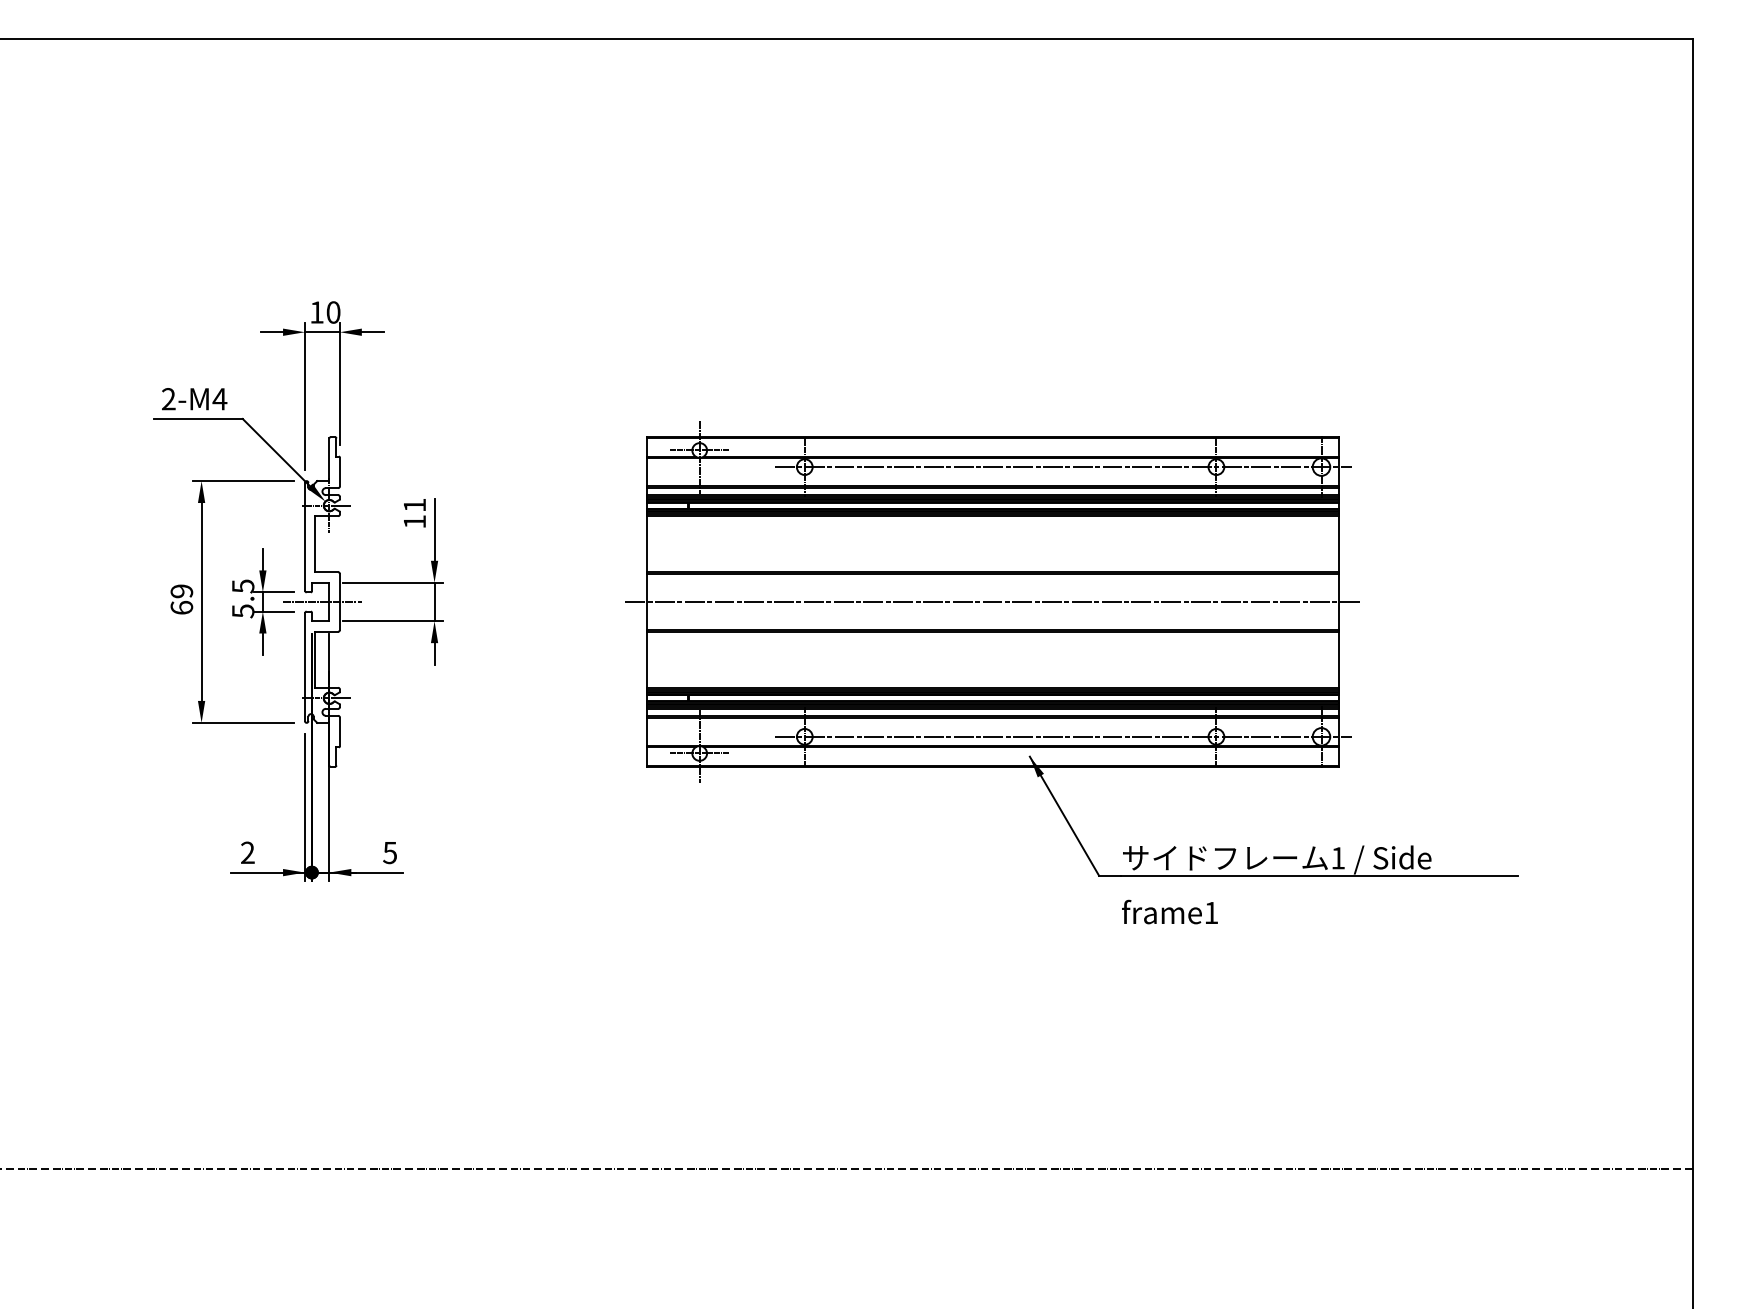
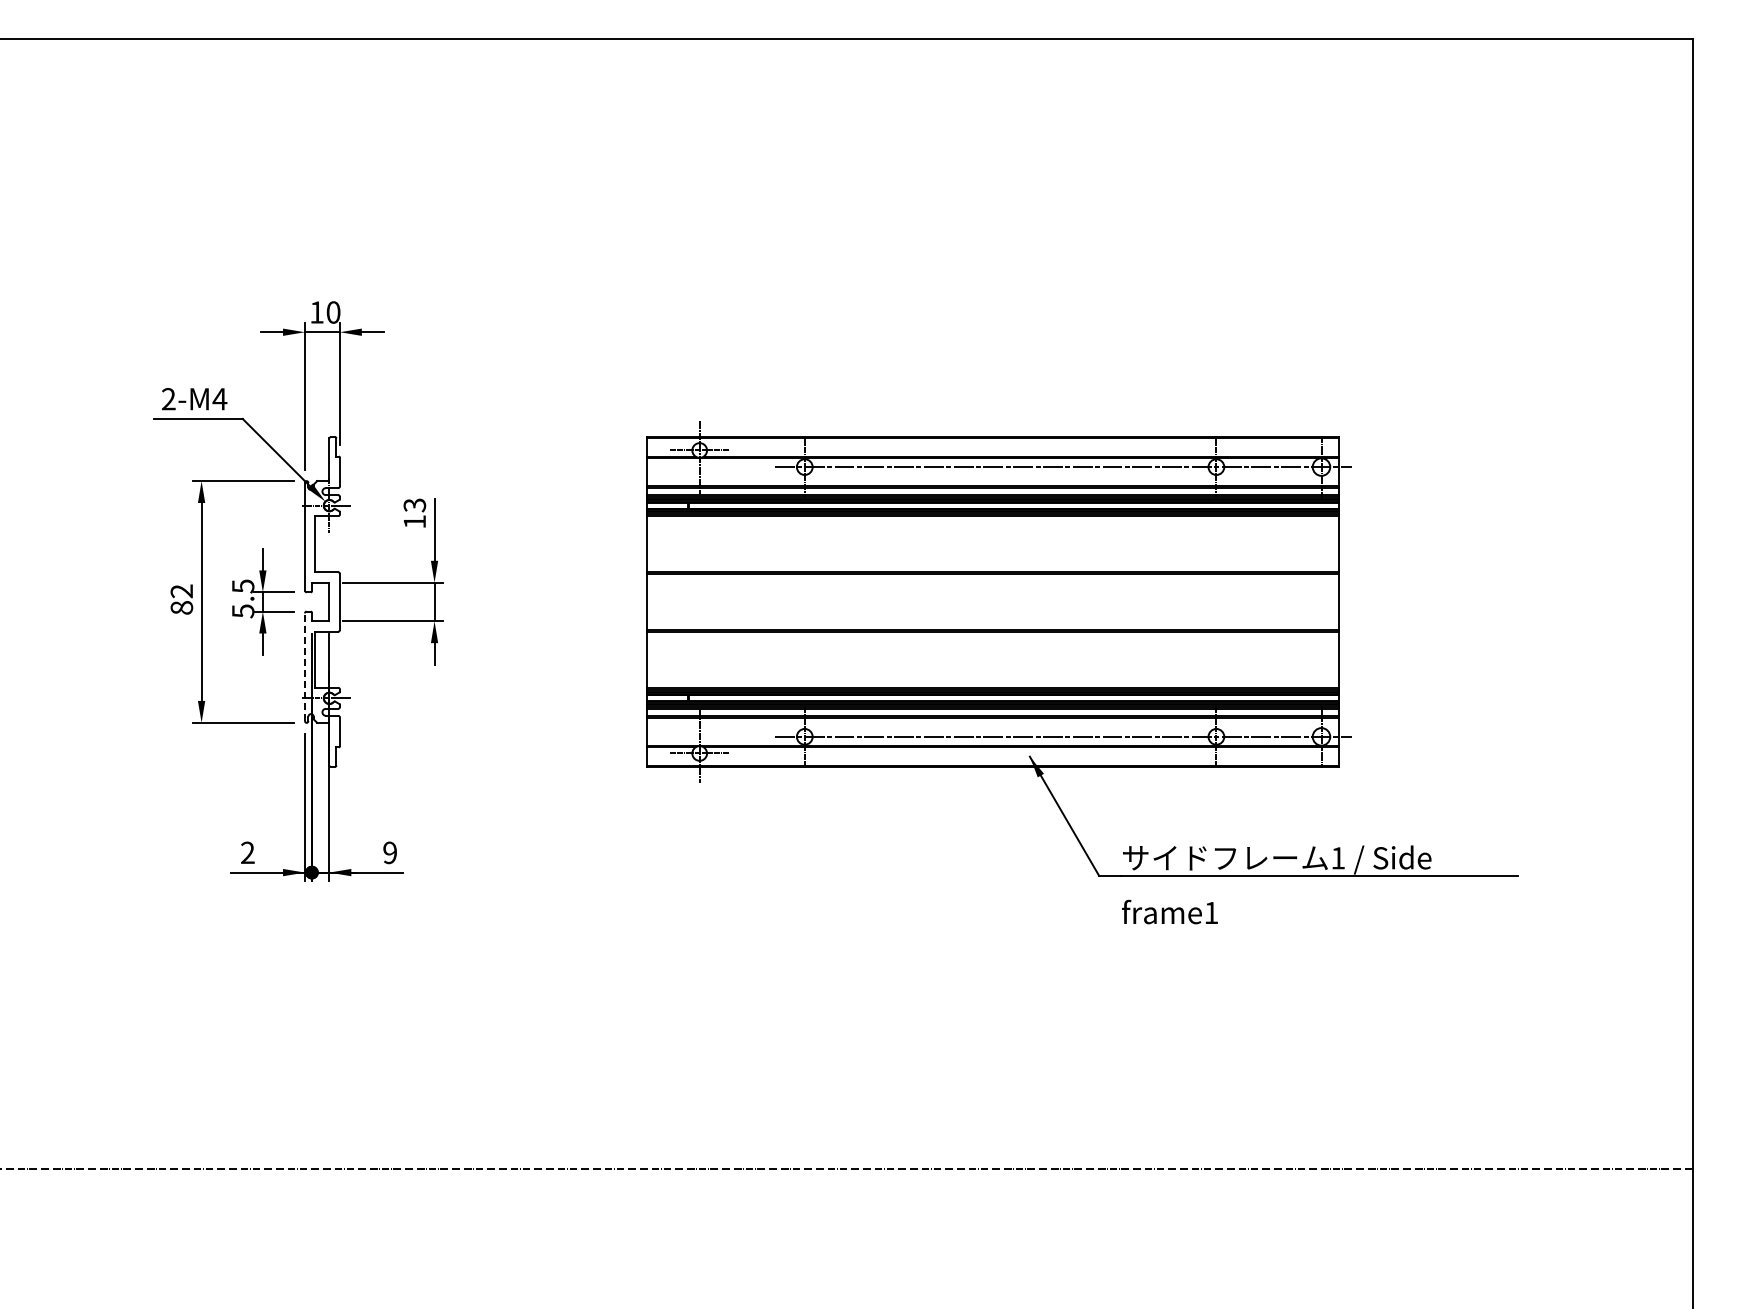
text at (414, 505): 11 -> 13
text at (181, 599): 69 -> 82
line at (322, 601): present -> none
line at (992, 601): present -> none
line at (304, 667): solid -> dashed
text at (389, 852): 5 -> 9
